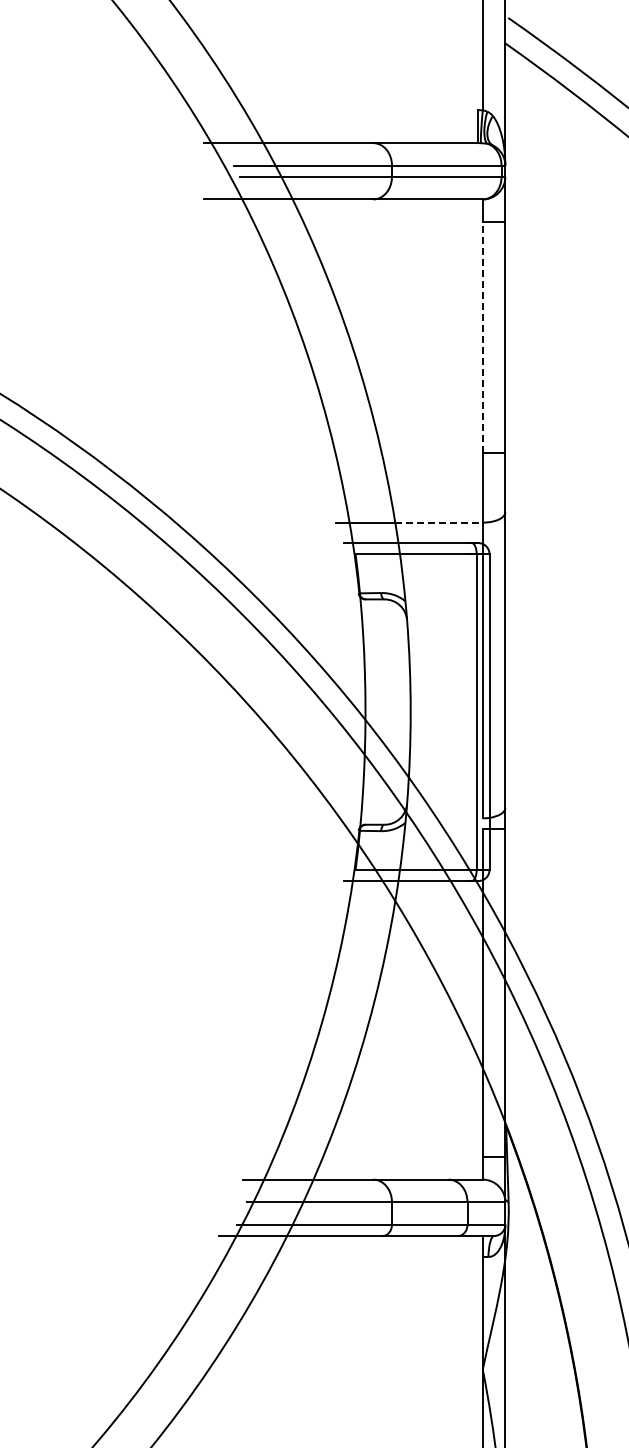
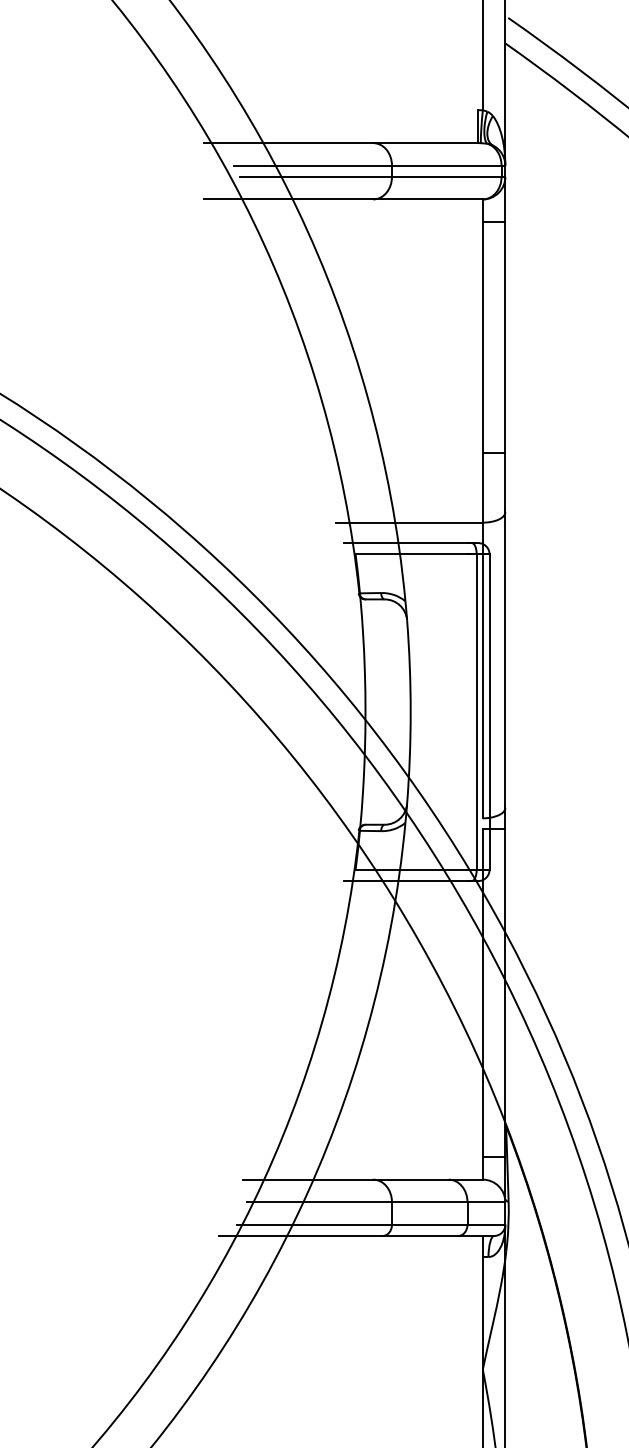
line at (482, 336): dashed -> solid
line at (439, 522): dashed -> solid
